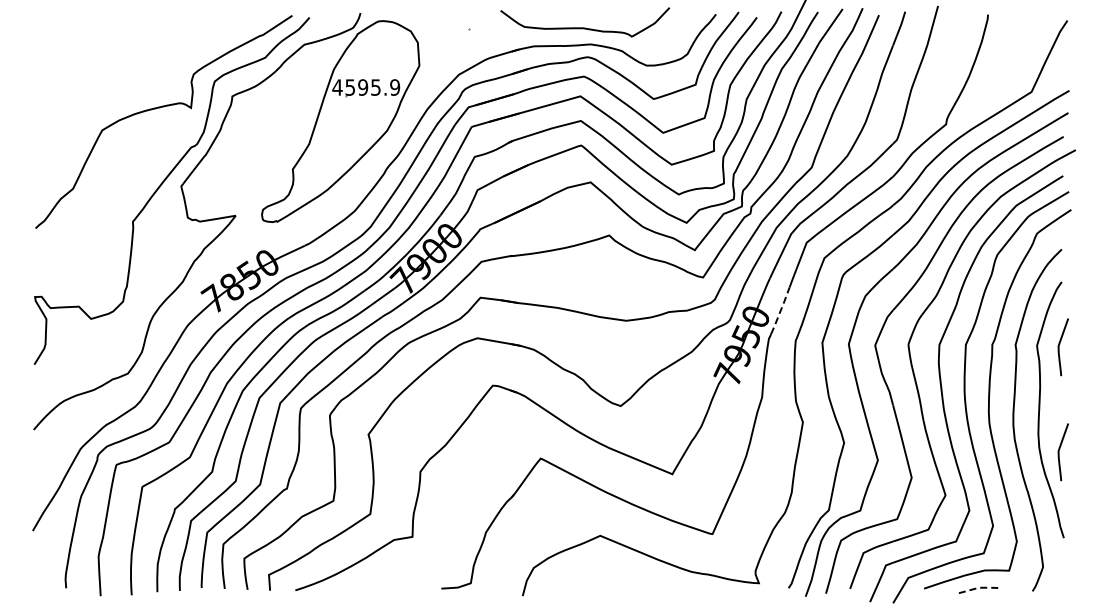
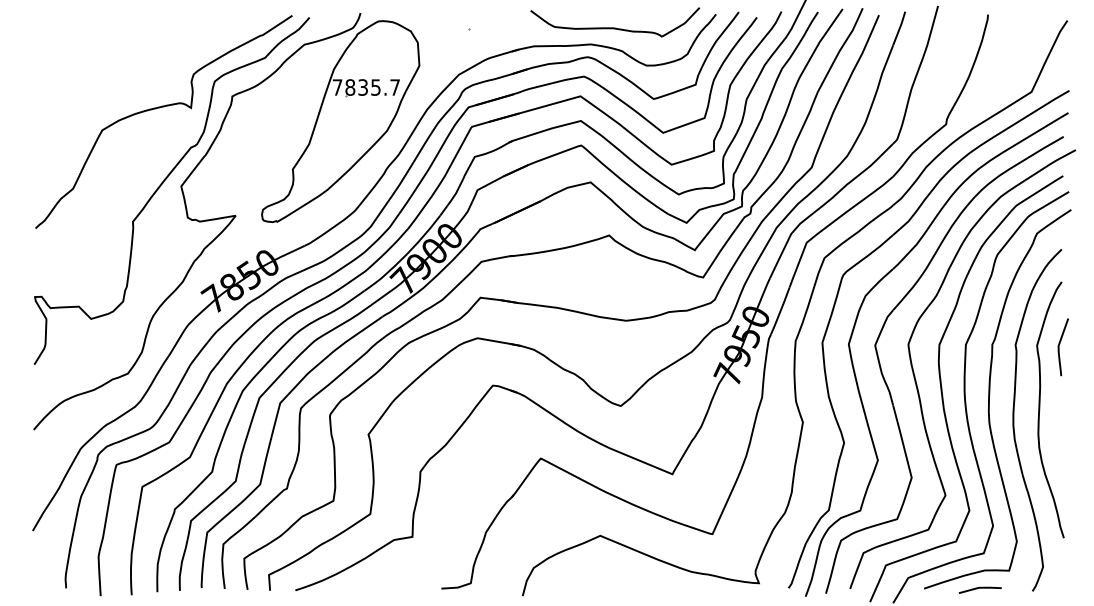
curve at (585, 27) position: (585, 27) -> (615, 27)
text at (366, 87): 4595.9 -> 7835.7
line at (780, 310): dashed -> solid
curve at (1059, 452): present -> none
line at (980, 587): dashed -> solid
